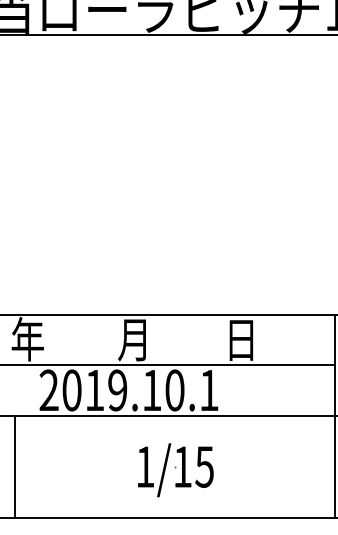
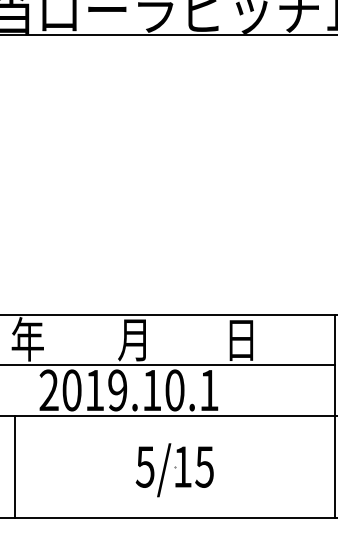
text at (144, 466): 1/15 -> 5/15
